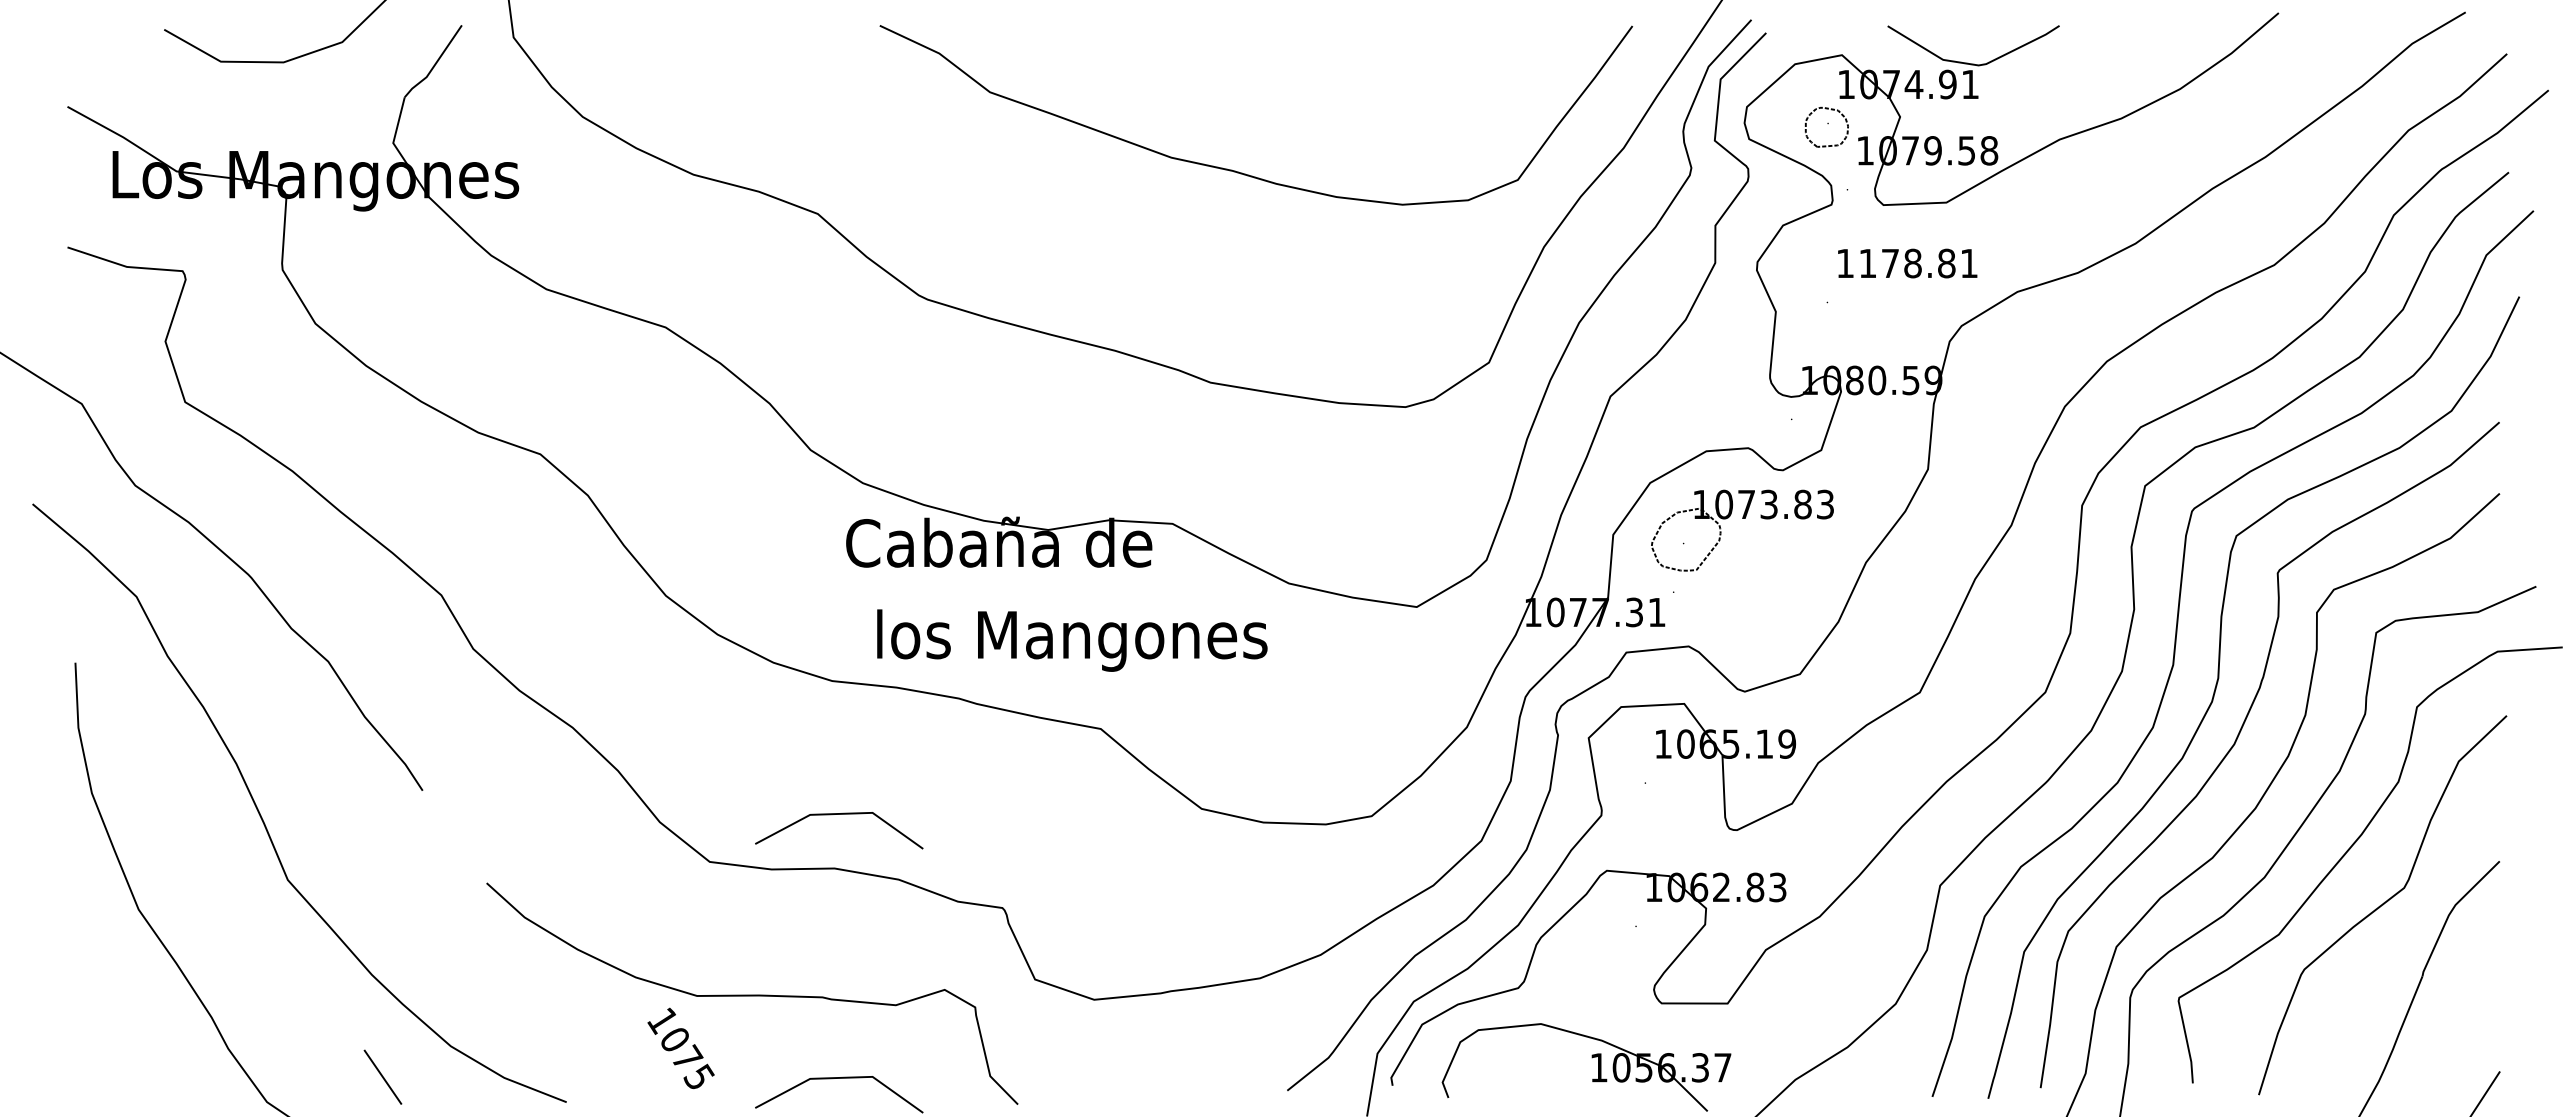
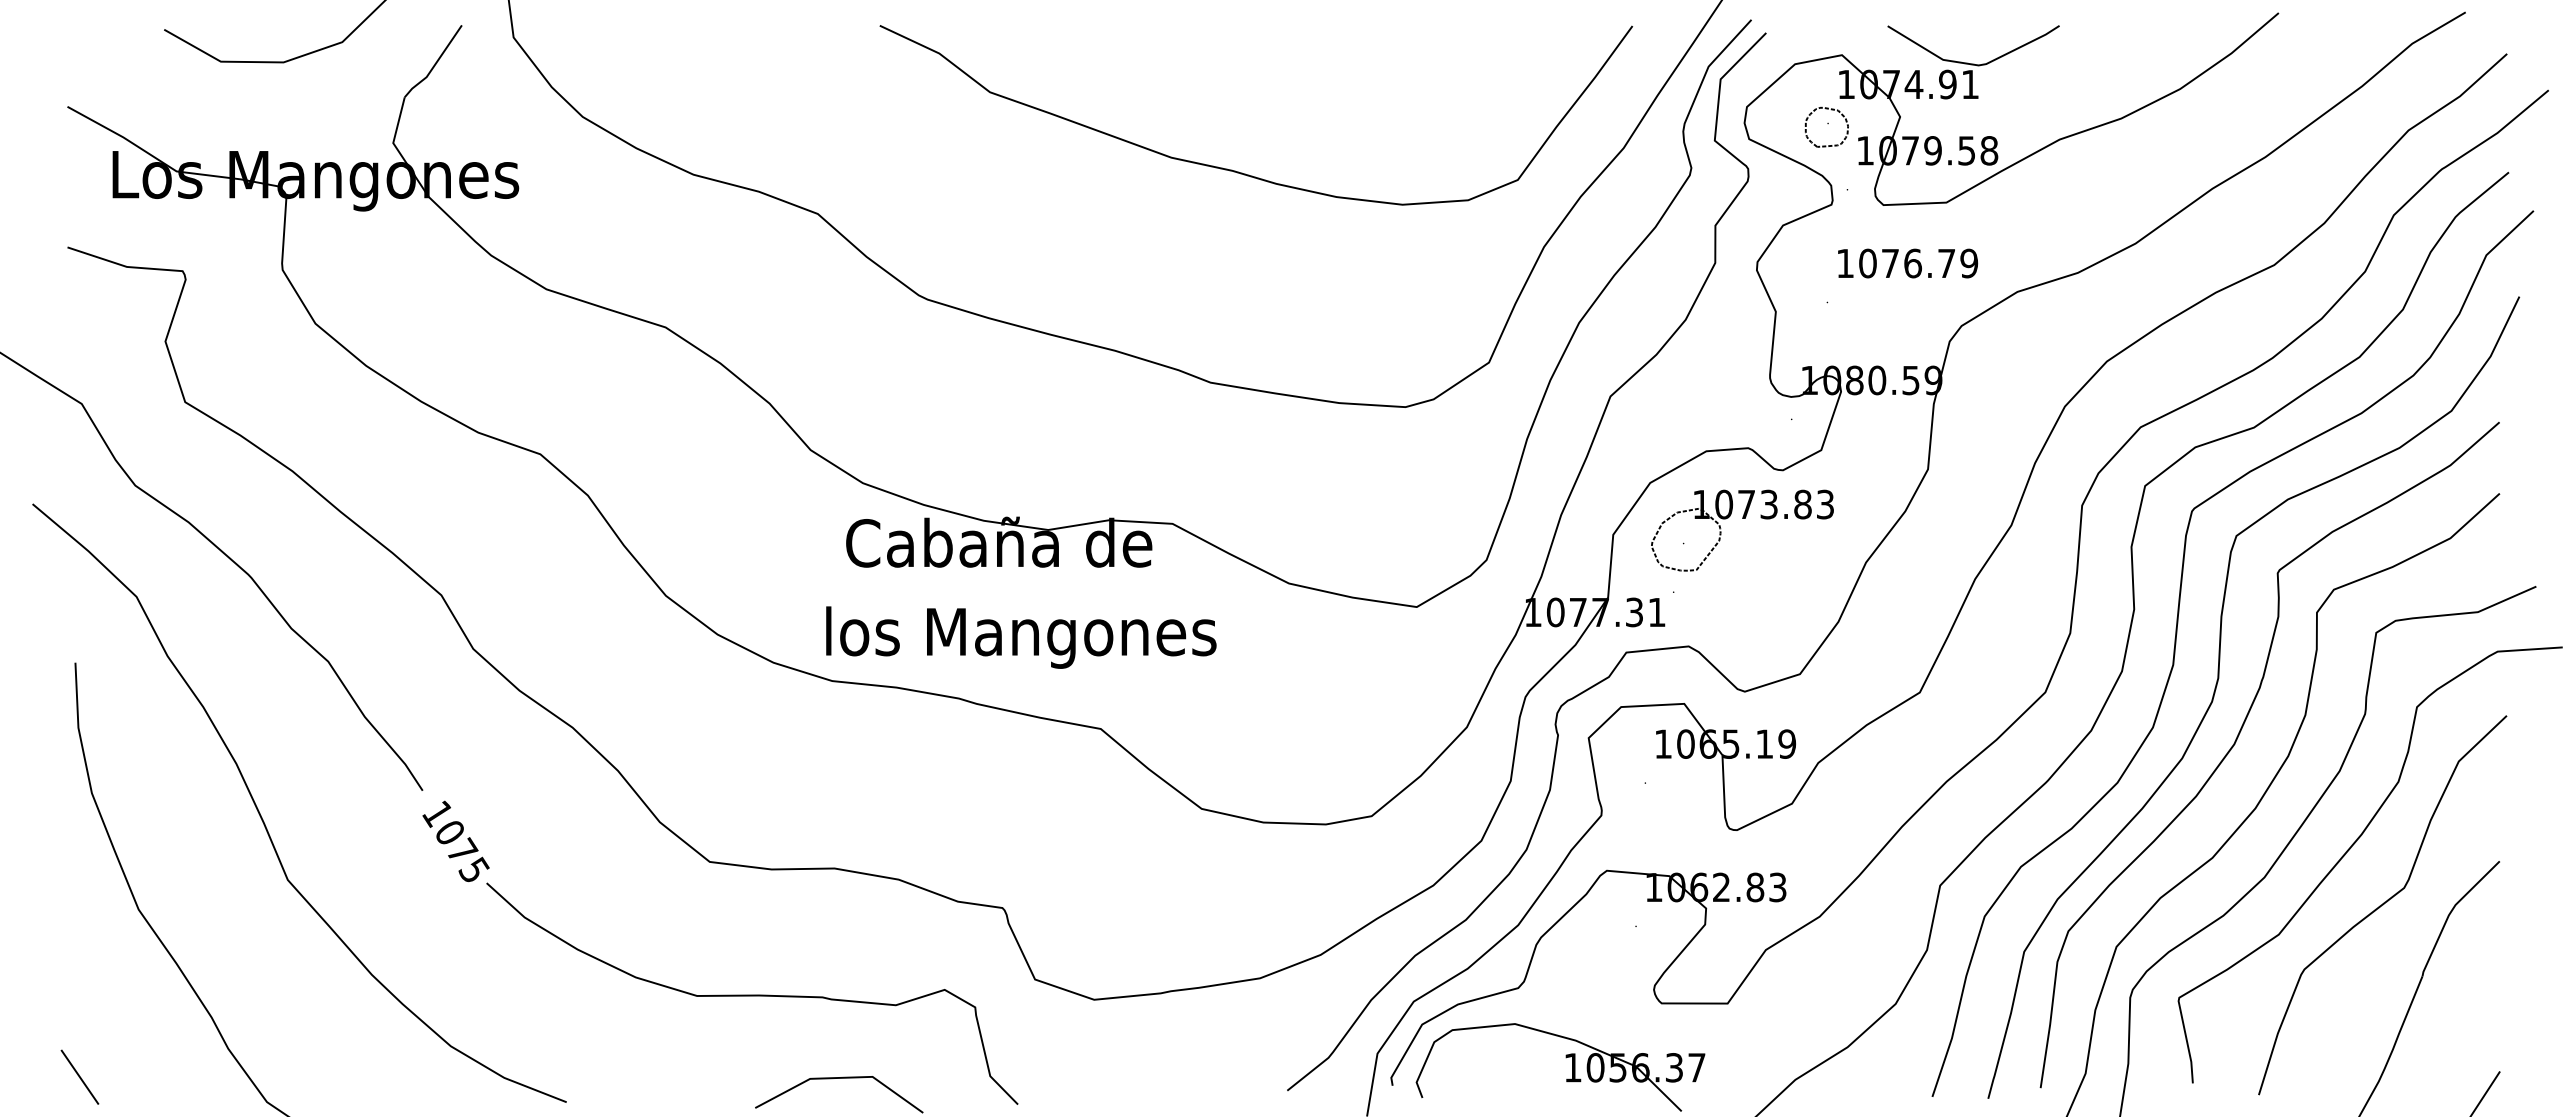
text at (1918, 263): 1178.81 -> 1076.79
text at (1072, 640) position: (1072, 640) -> (1021, 637)
line at (839, 814): present -> none
text at (680, 1048) position: (680, 1048) -> (455, 841)
part at (1592, 1058) position: (1592, 1058) -> (1566, 1058)
line at (382, 1076) position: (382, 1076) -> (79, 1076)
